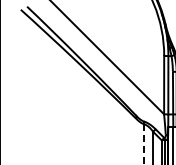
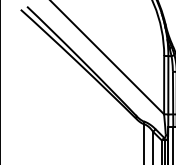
line at (144, 144): dashed -> solid
